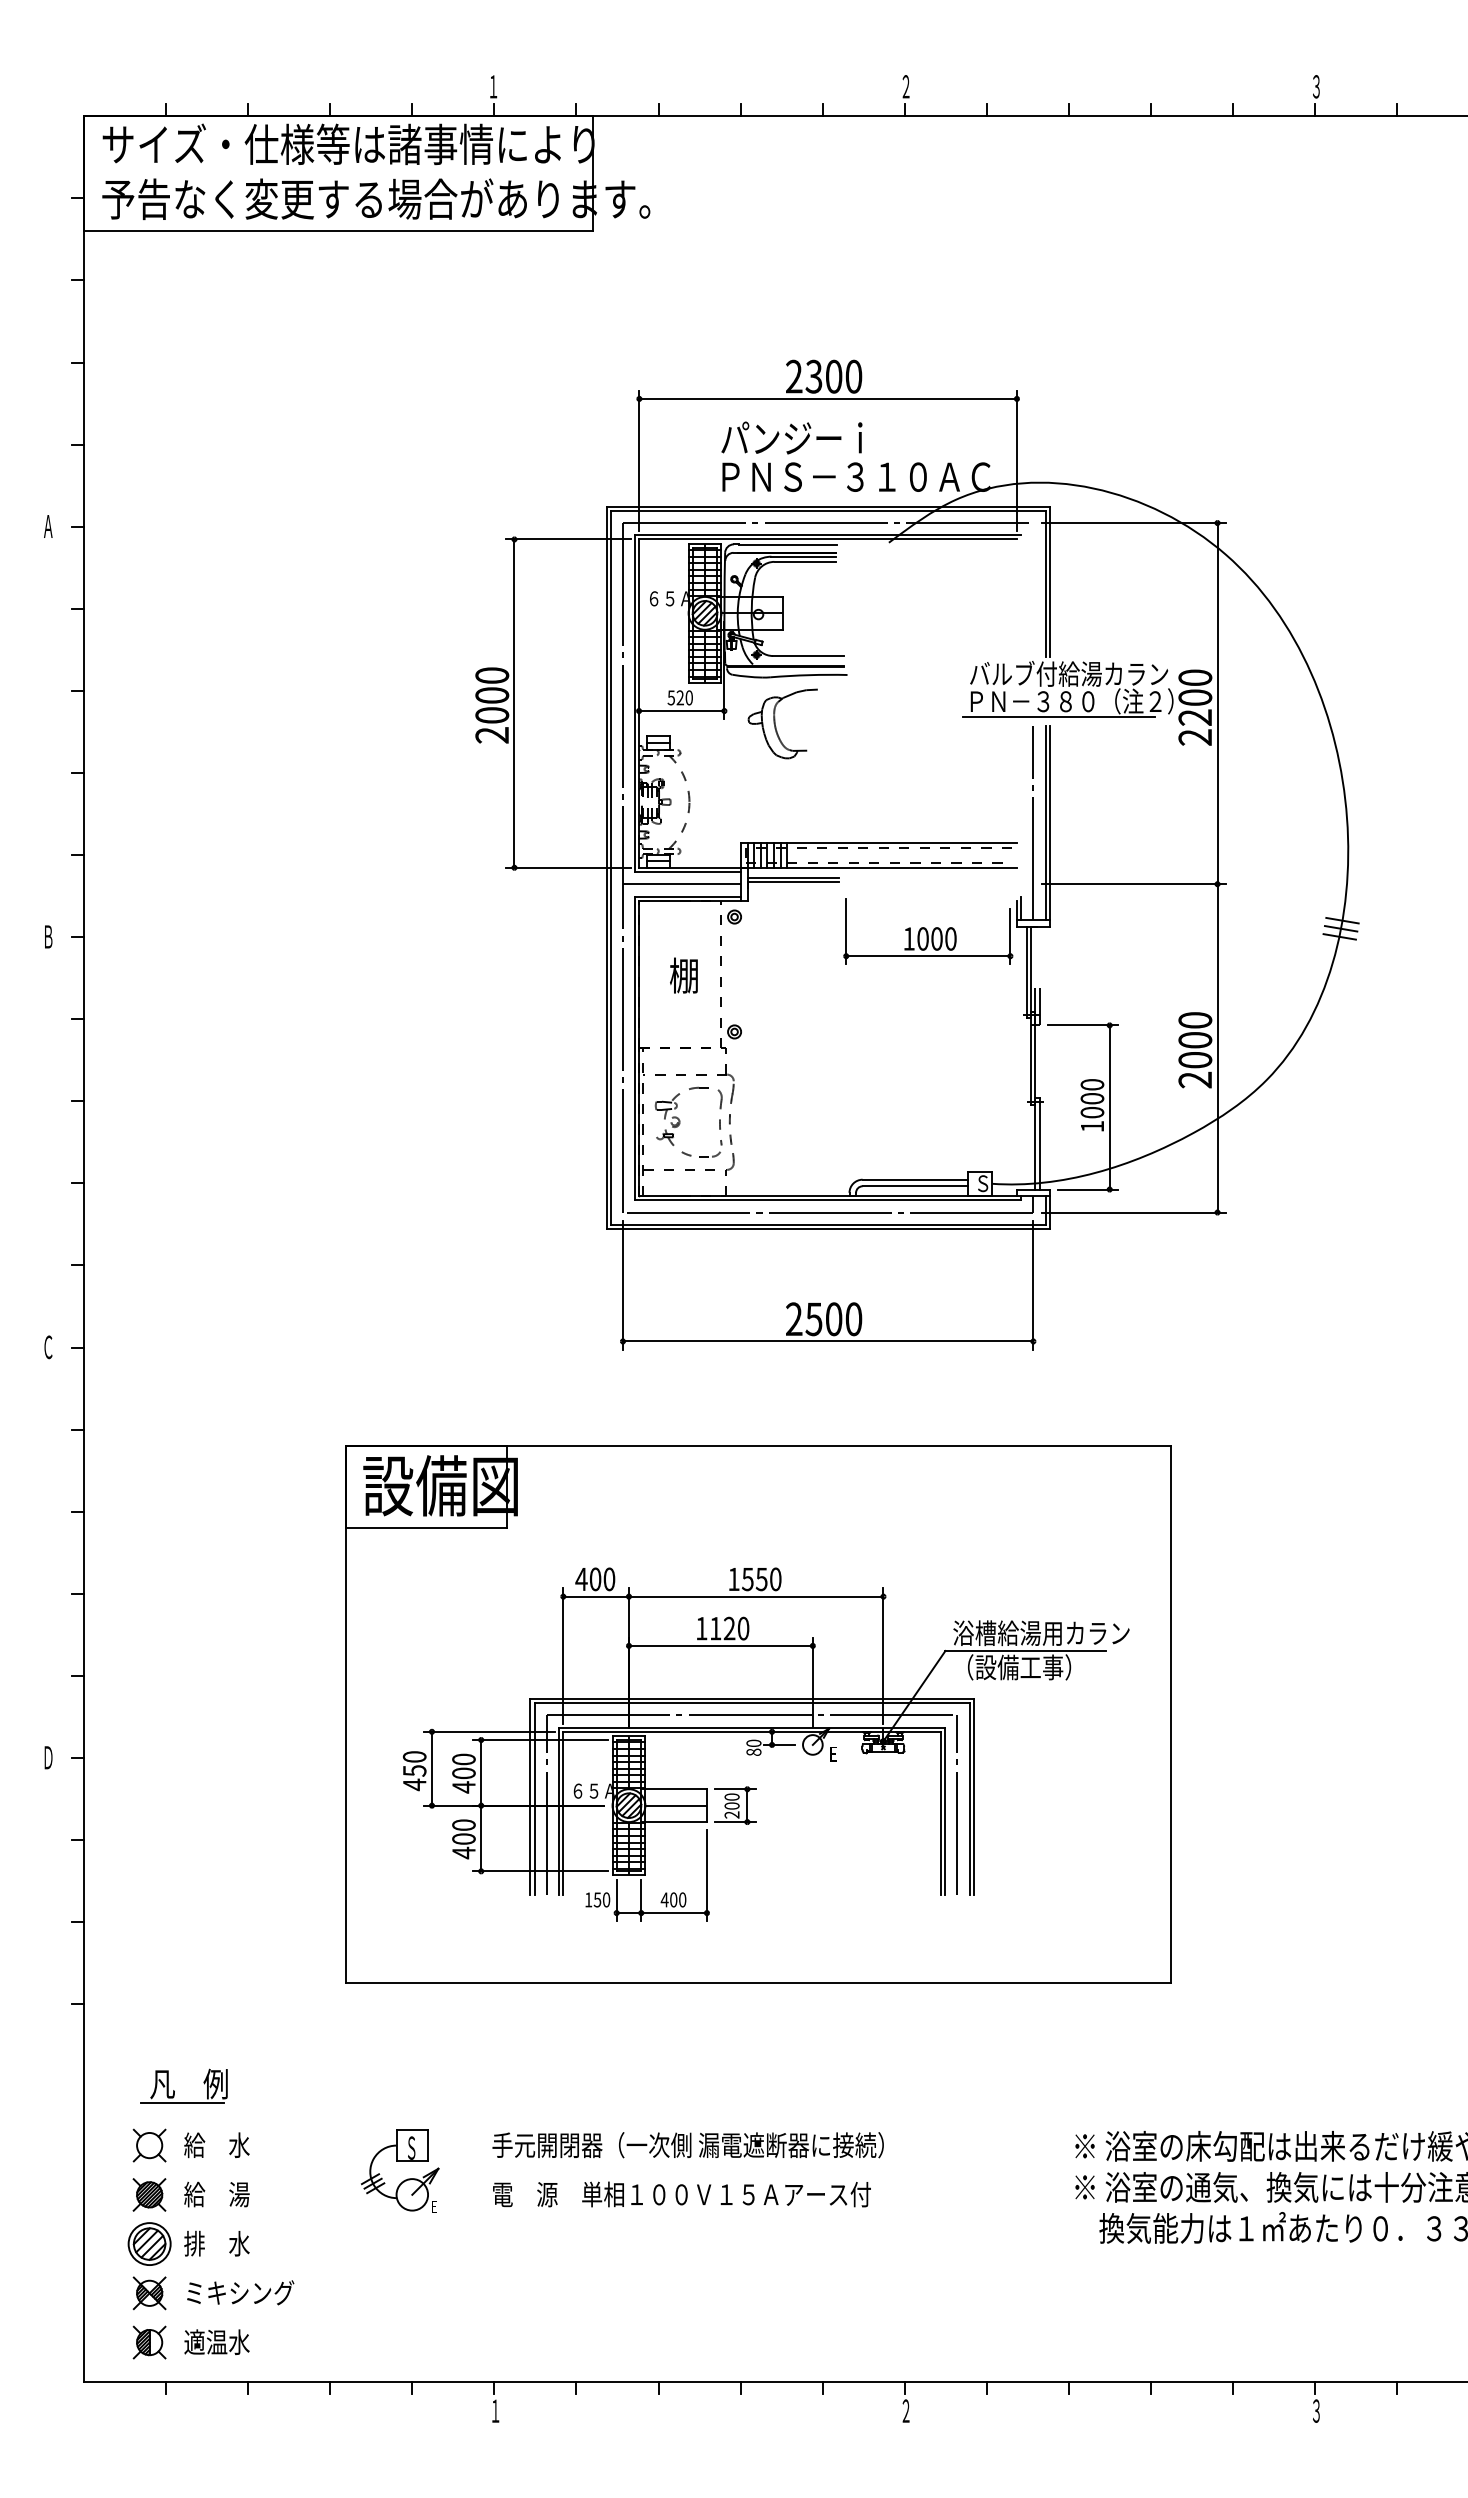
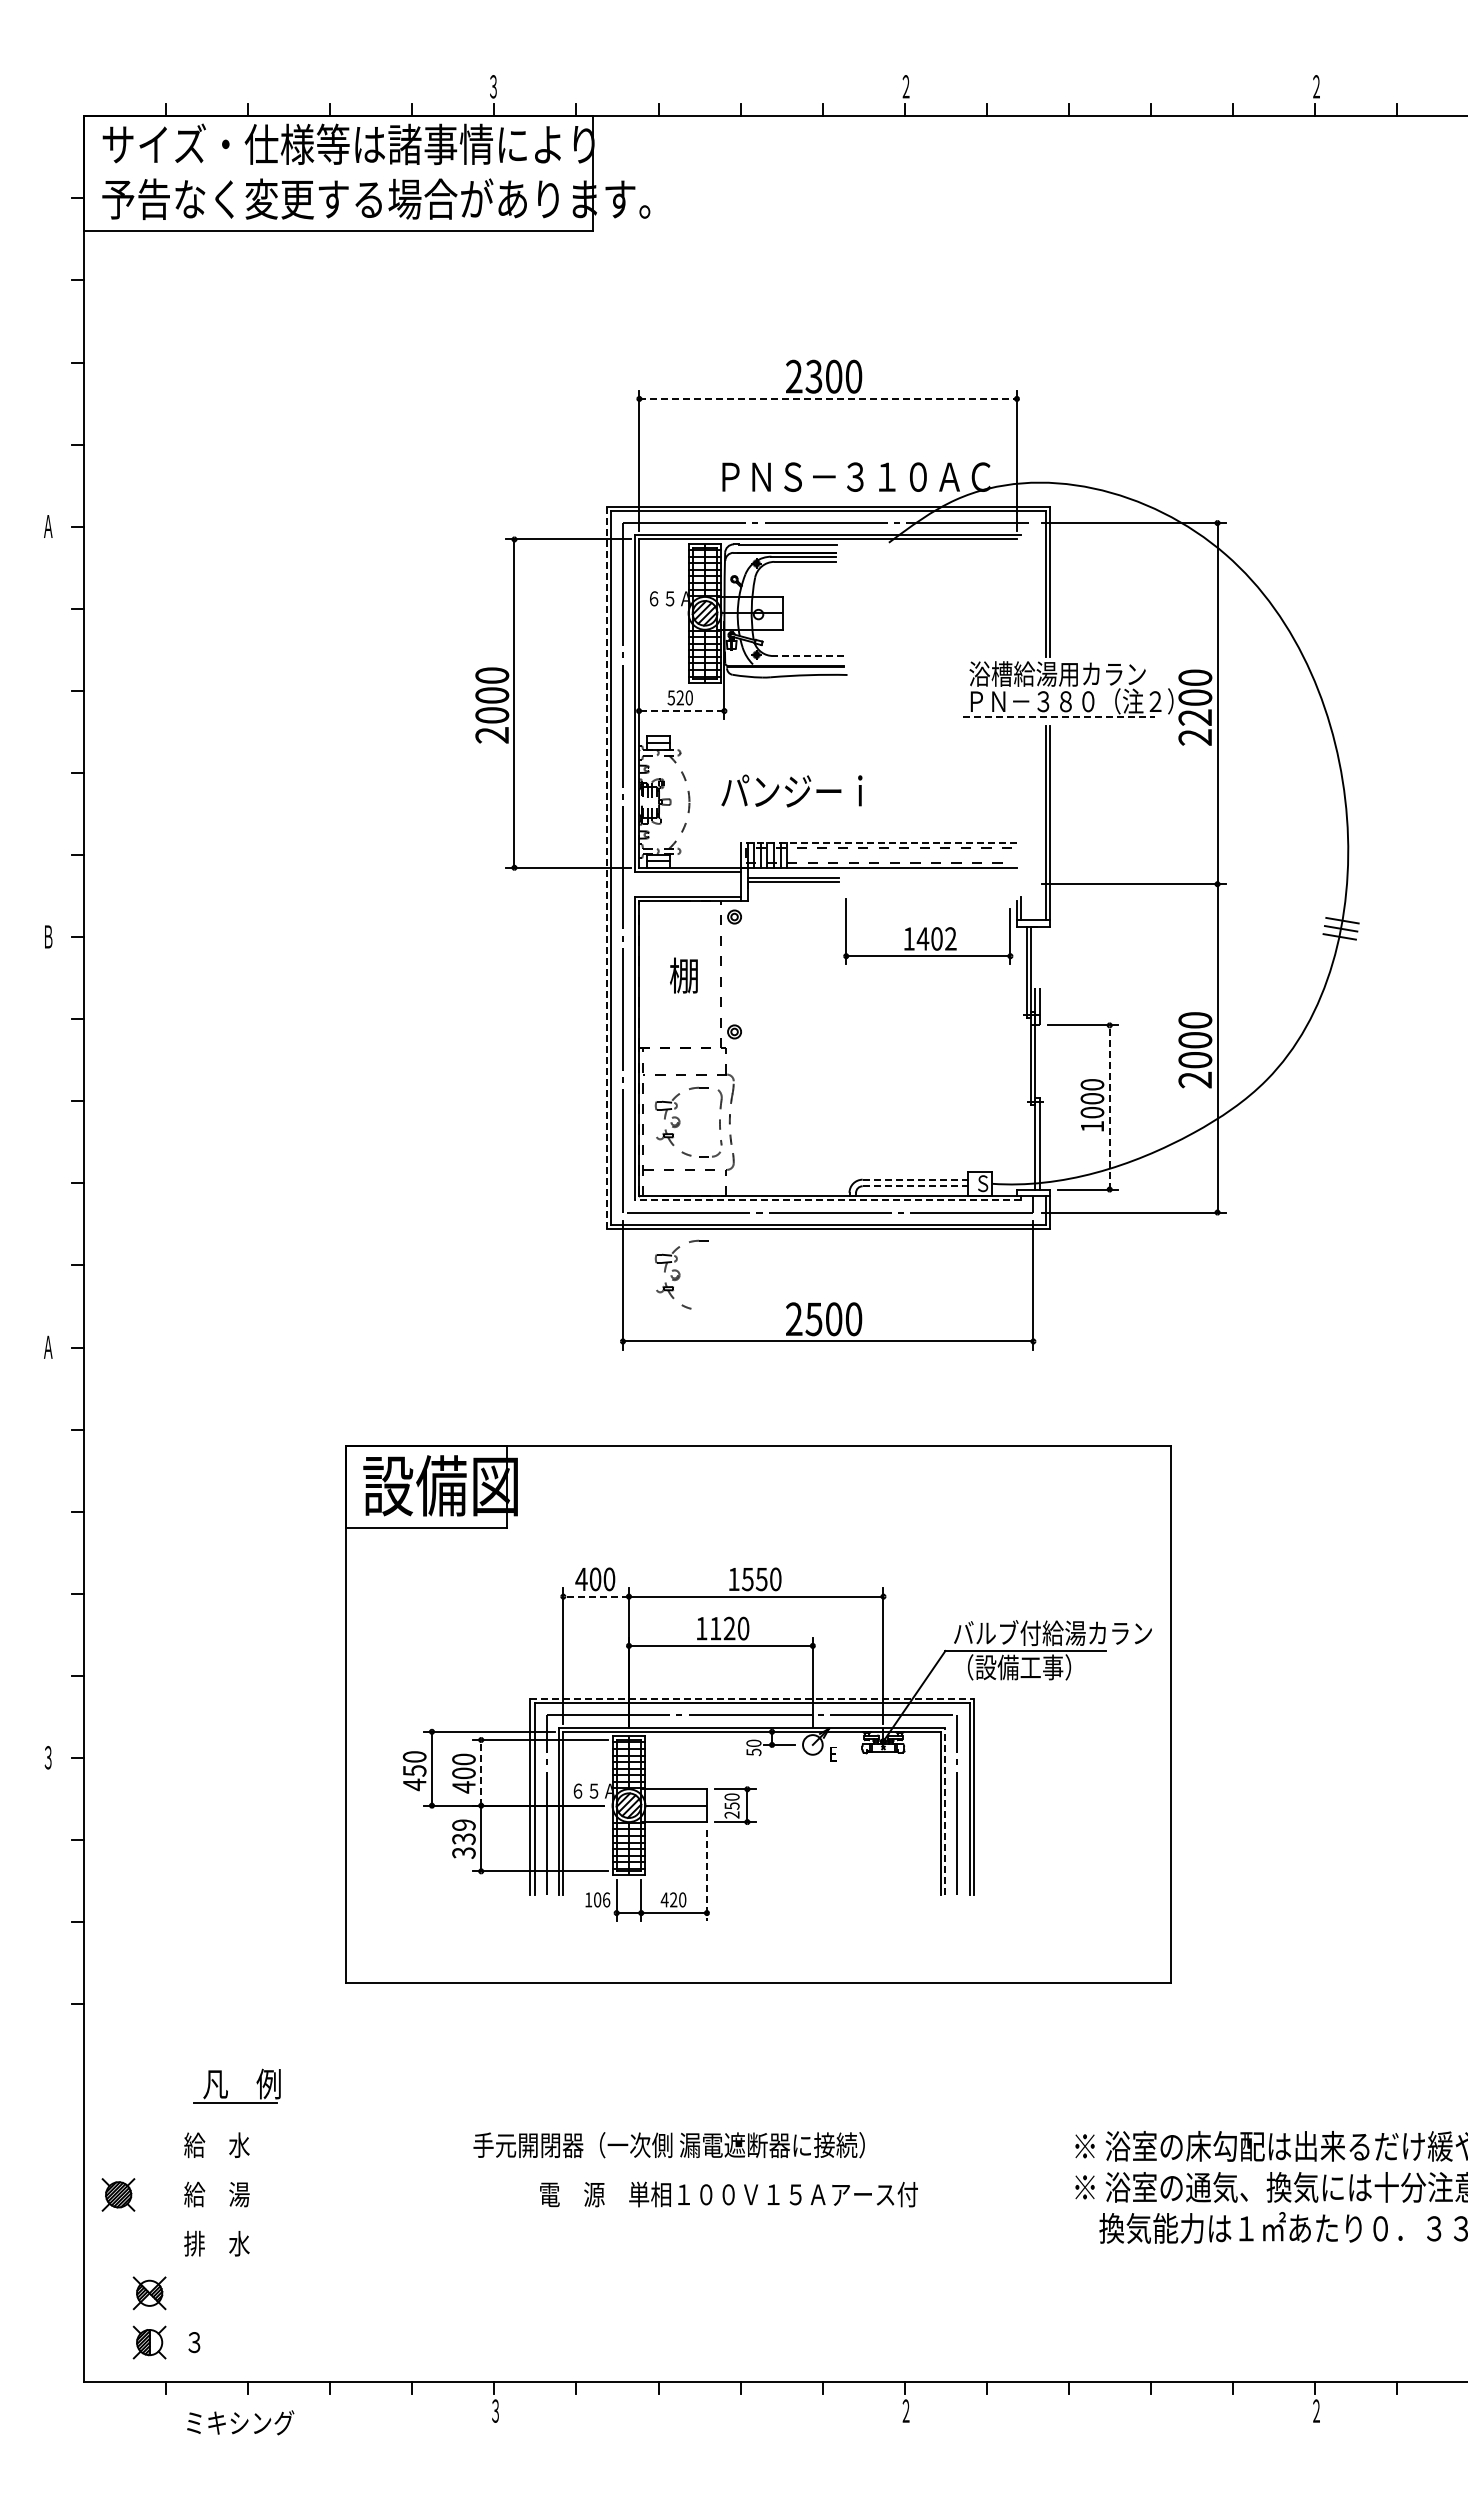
text at (493, 86): １ -> ３
text at (1316, 87): ３ -> ２
line at (828, 398): solid -> dashed
text at (791, 437) position: (791, 437) -> (791, 790)
line at (808, 656): solid -> dashed
text at (1068, 673): バルブ付給湯カラン -> 浴槽給湯用カラン
line at (681, 711): solid -> dashed
line at (1059, 716): solid -> dashed
part at (776, 726): present -> none
line at (1033, 822): present -> none
line at (879, 843): solid -> dashed
line at (606, 867): solid -> dashed
line at (681, 884): present -> none
text at (936, 938): 1000 -> 1402
line at (1109, 1106): solid -> dashed
line at (915, 1179): solid -> dashed
line at (915, 1186): solid -> dashed
line at (828, 1200): solid -> dashed
part at (681, 1274): none -> present
text at (48, 1347): Ｃ -> Ａ
line at (596, 1596): solid -> dashed
text at (1052, 1633): 浴槽給湯用カラン -> バルブ付給湯カラン
line at (752, 1698): solid -> dashed
text at (753, 1752): 80 -> 50
text at (48, 1757): Ｄ -> ３
line at (481, 1772): solid -> dashed
text at (731, 1805): 200 -> 250
line at (945, 1810): solid -> dashed
text at (463, 1839): 400 -> 339
line at (706, 1876): solid -> dashed
text at (601, 1899): 150 -> 106
text at (673, 1899): 400 -> 420
part at (174, 2090) position: (174, 2090) -> (227, 2090)
part at (149, 2145): present -> none
text at (687, 2145) position: (687, 2145) -> (668, 2145)
part at (400, 2161): present -> none
part at (149, 2194) position: (149, 2194) -> (118, 2194)
text at (681, 2194) position: (681, 2194) -> (728, 2194)
part at (149, 2243): present -> none
text at (240, 2292) position: (240, 2292) -> (240, 2422)
text at (216, 2342): 適温水 -> ３
text at (495, 2410): １ -> ３
text at (1316, 2411): ３ -> ２
